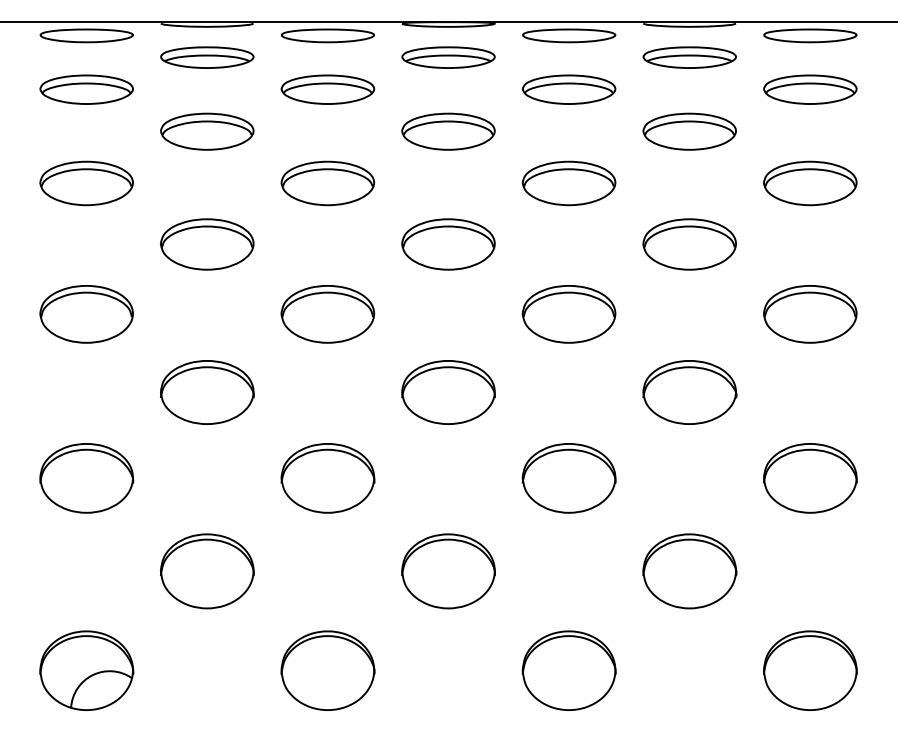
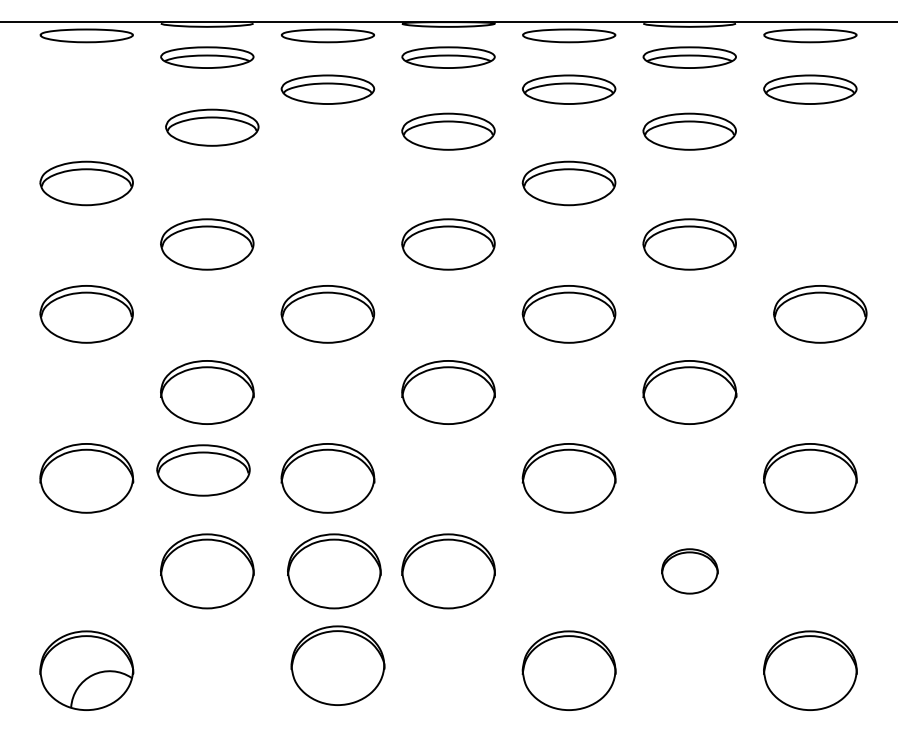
part at (86, 89): present -> none
part at (207, 131) position: (207, 131) -> (212, 127)
part at (327, 183): present -> none
part at (810, 183): present -> none
part at (810, 314) position: (810, 314) -> (820, 314)
part at (203, 470): none -> present
part at (334, 571): none -> present
part at (689, 571) size: 96x77 px -> 58x47 px
part at (327, 670) position: (327, 670) -> (337, 665)
